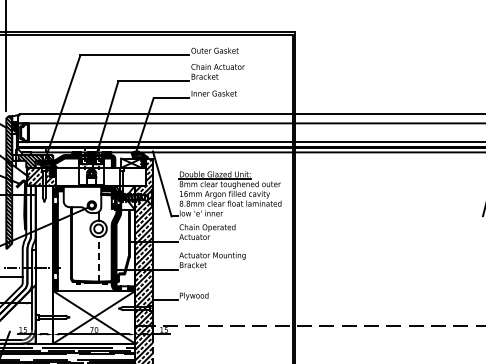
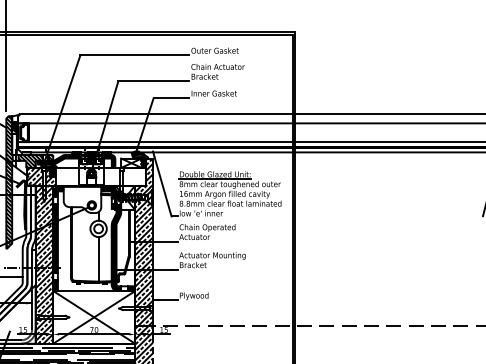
line at (98, 258): dashed -> solid
hatch at (44, 264): none -> present
